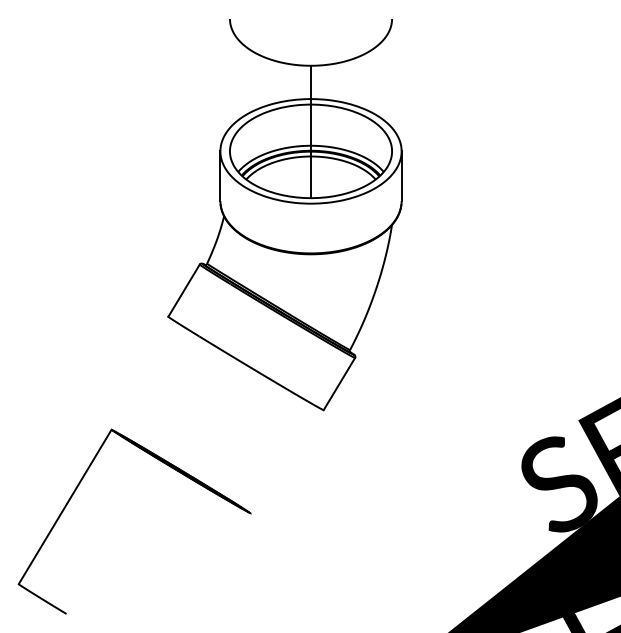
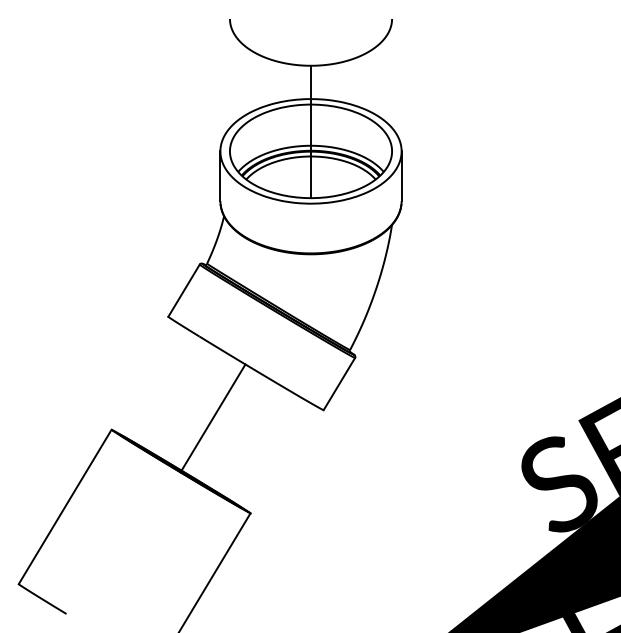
line at (212, 418): none -> present
line at (215, 571): none -> present
